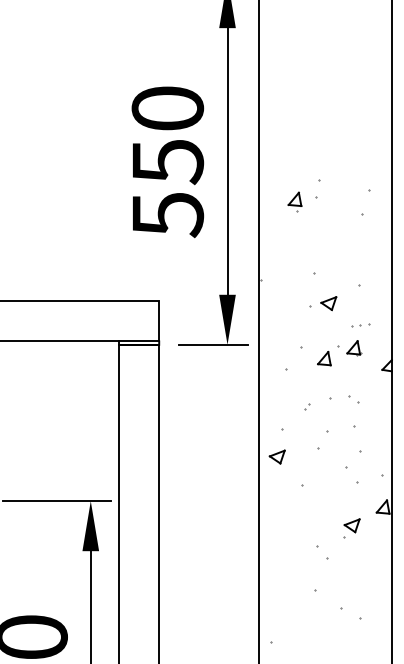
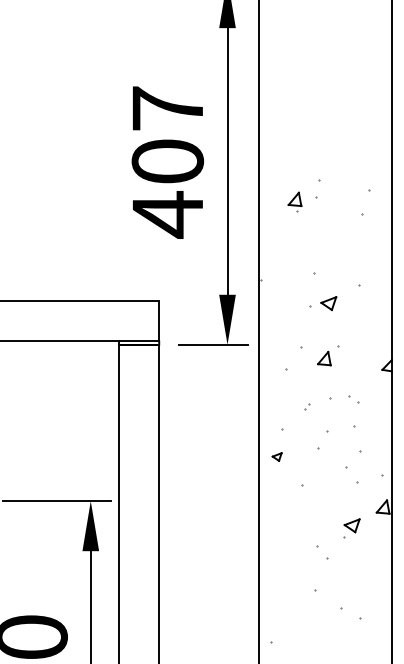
text at (167, 162): 550 -> 407
part at (360, 325): present -> none
part at (354, 348): present -> none
part at (276, 456) size: 18x16 px -> 12x10 px
